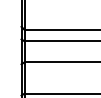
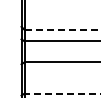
line at (62, 29): solid -> dashed
line at (62, 93): solid -> dashed
